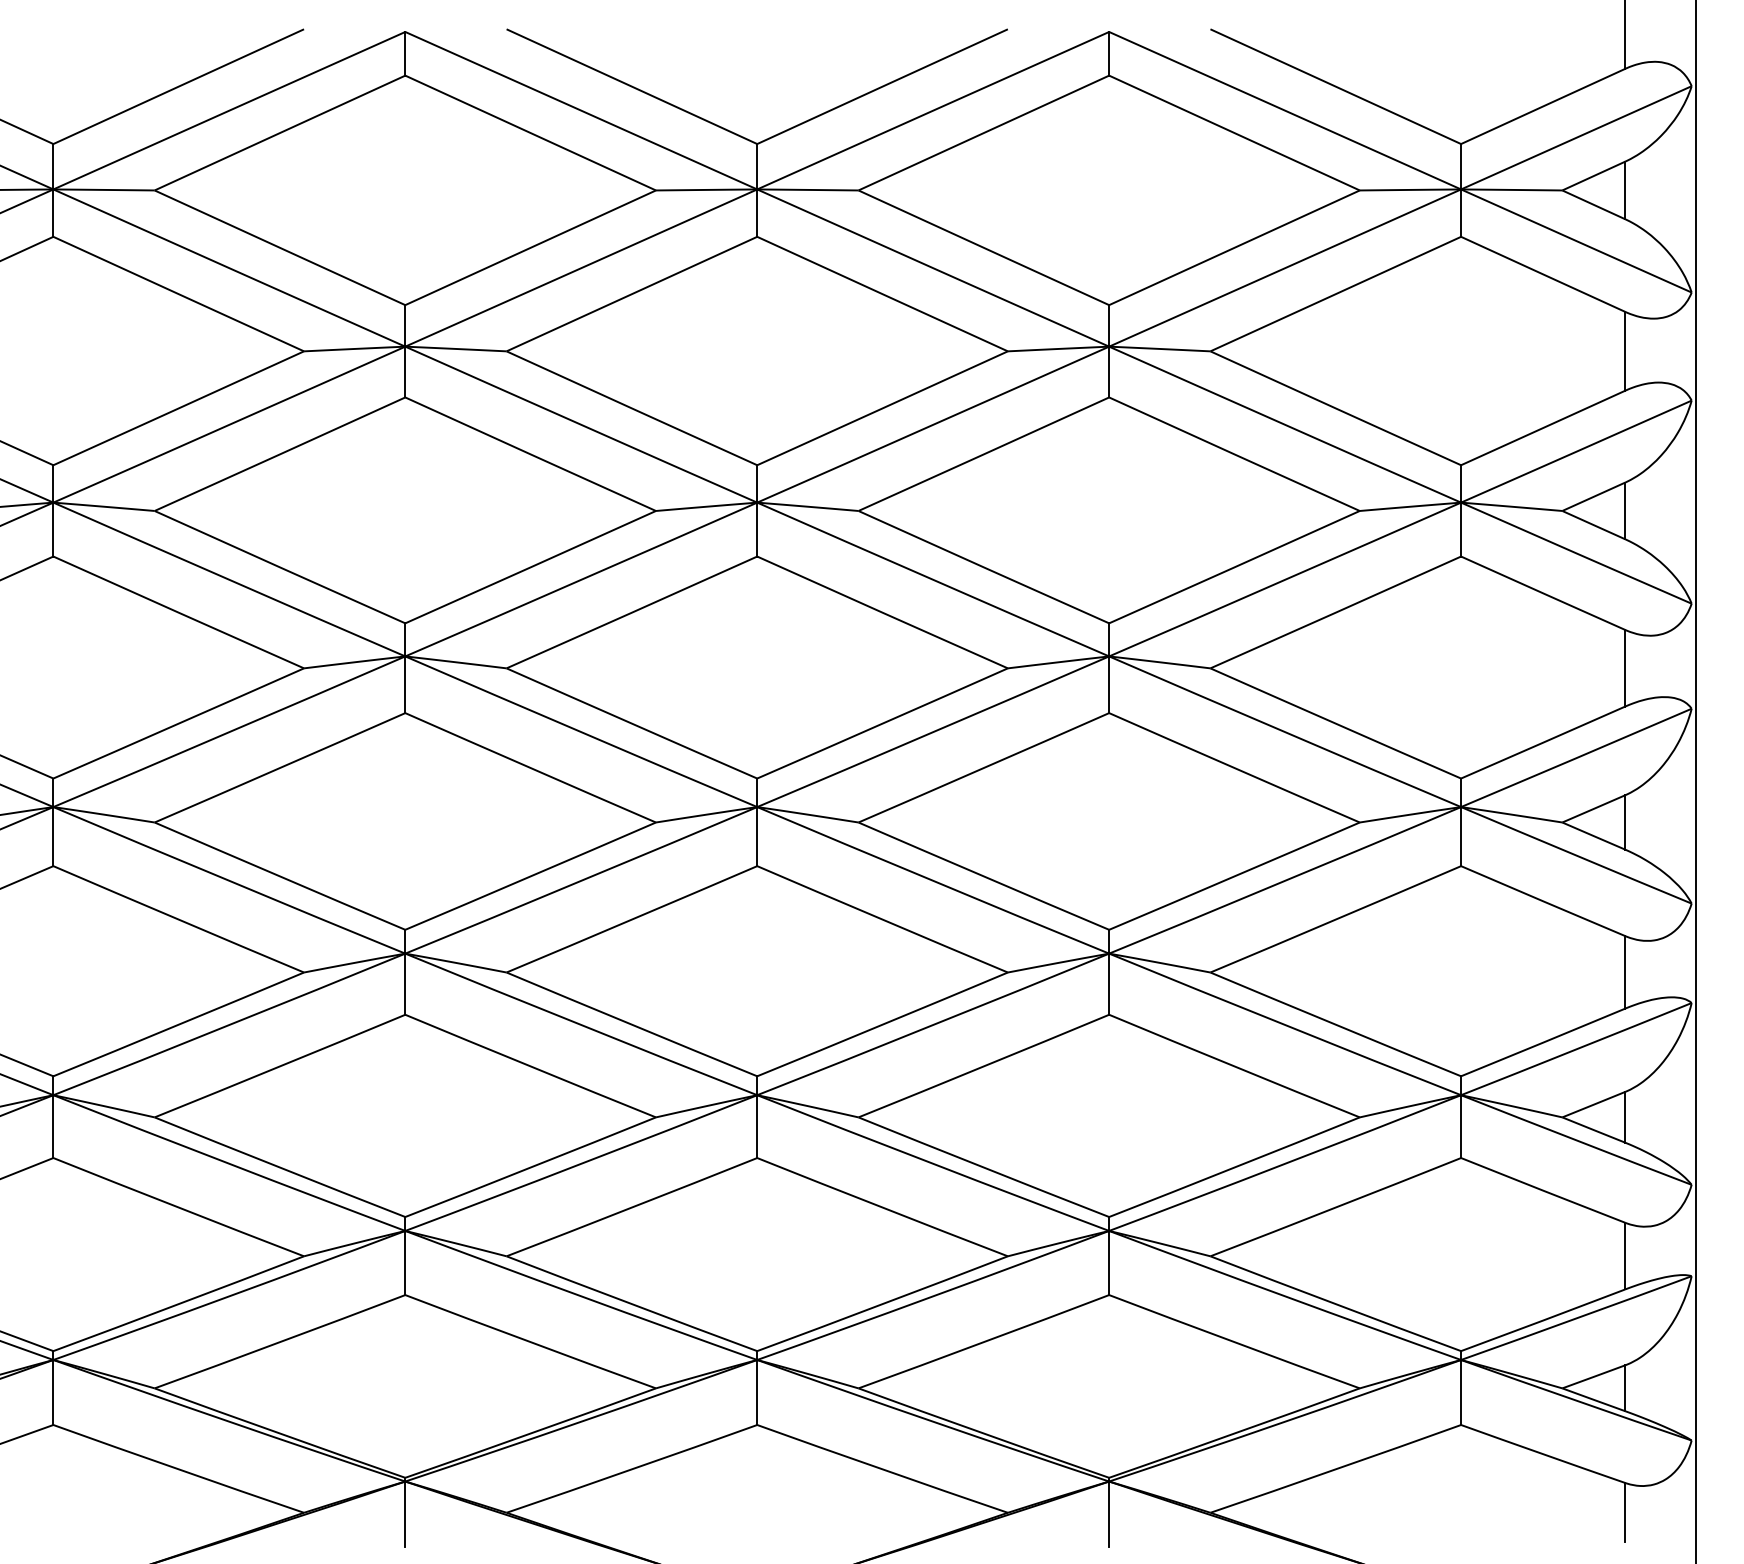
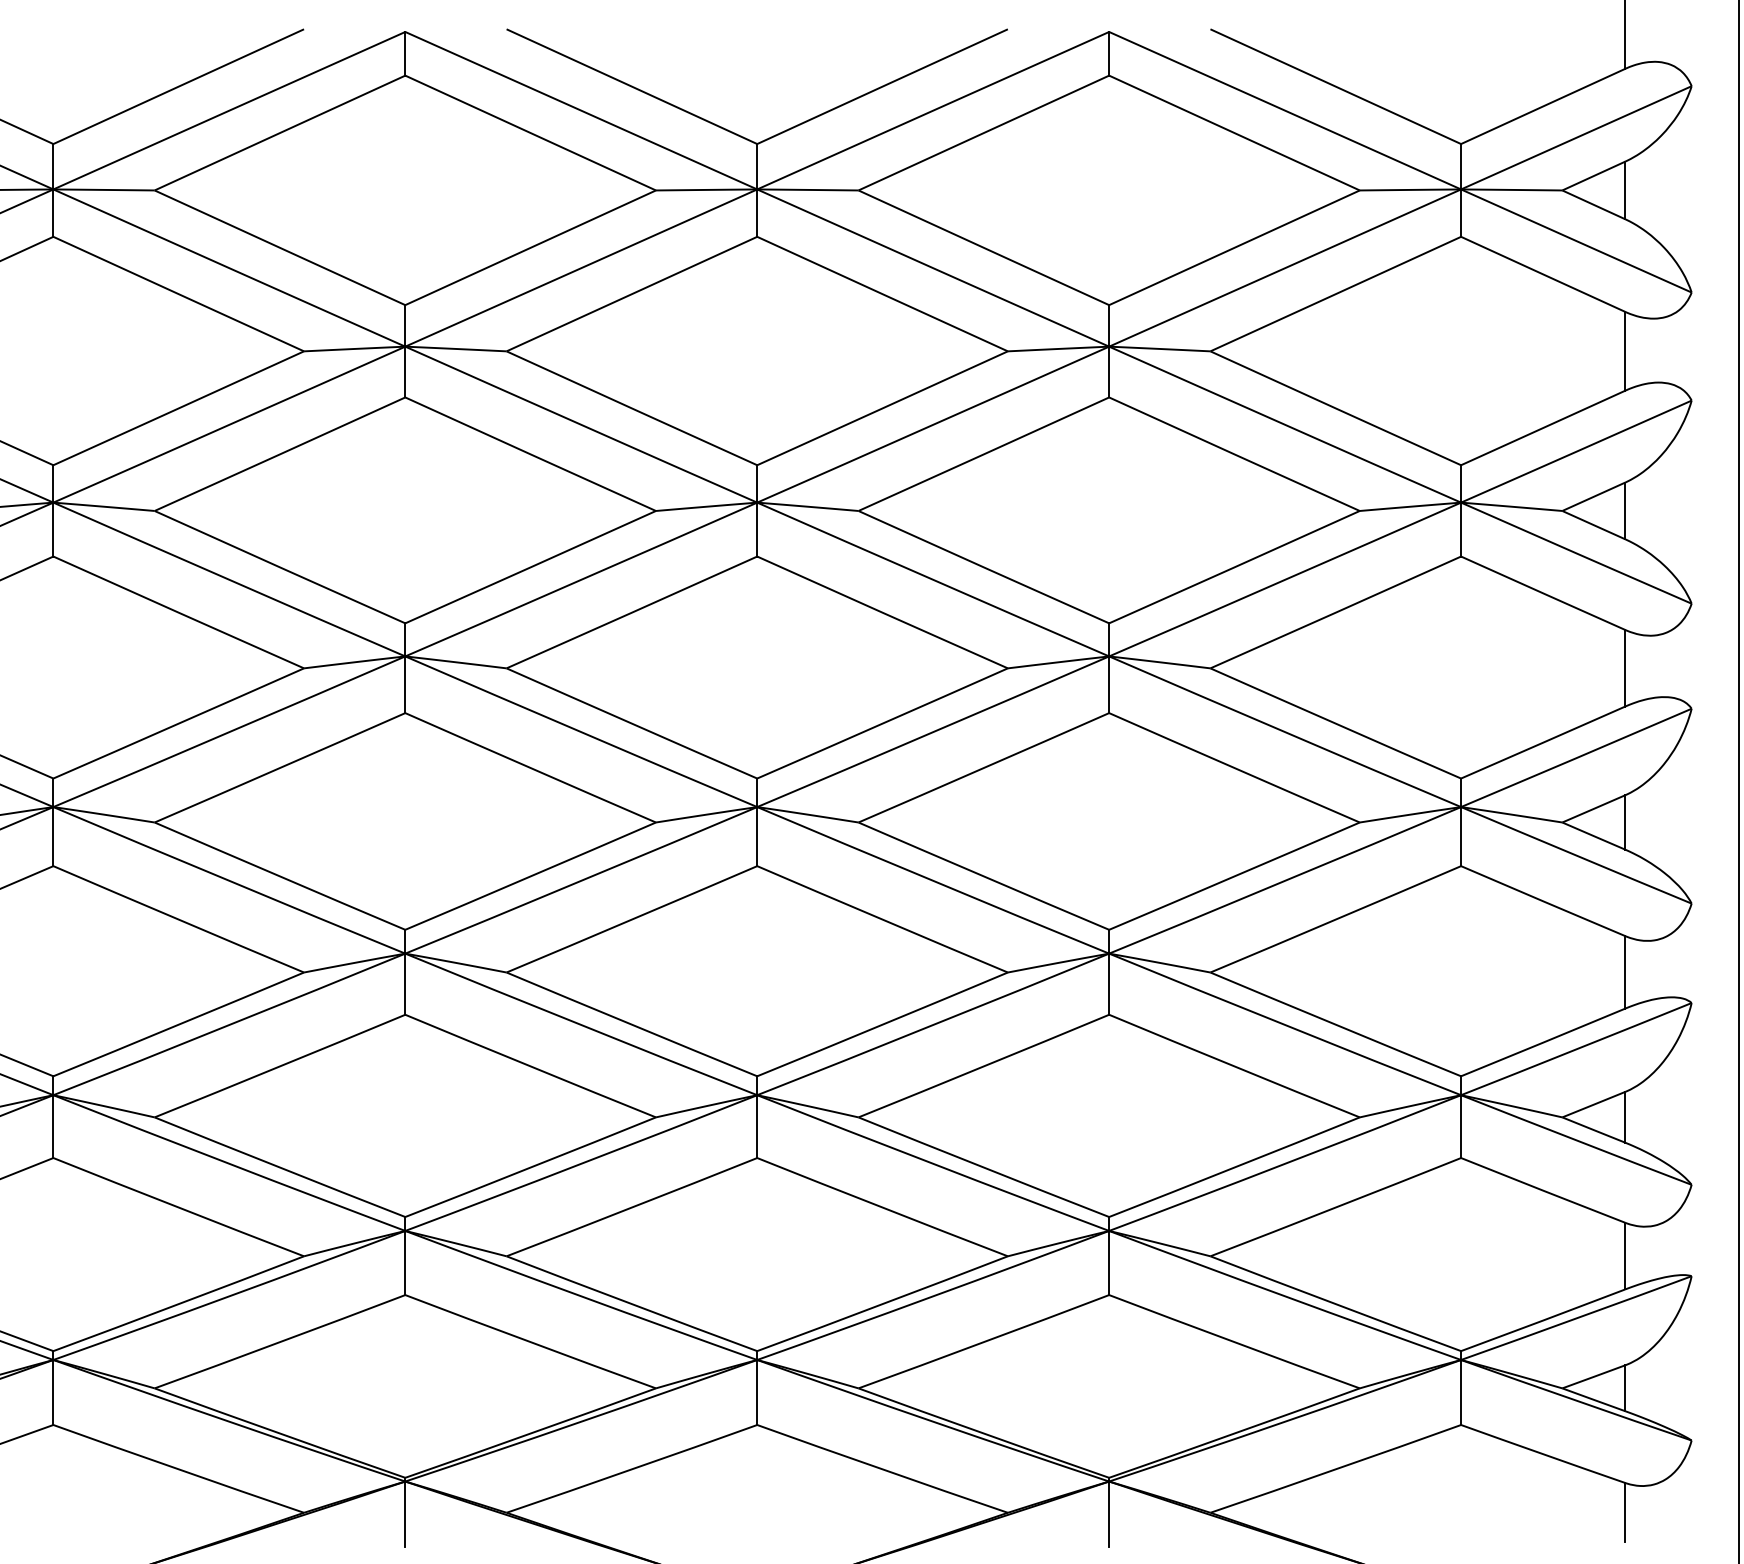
line at (1695, 781) position: (1695, 781) -> (1738, 781)
